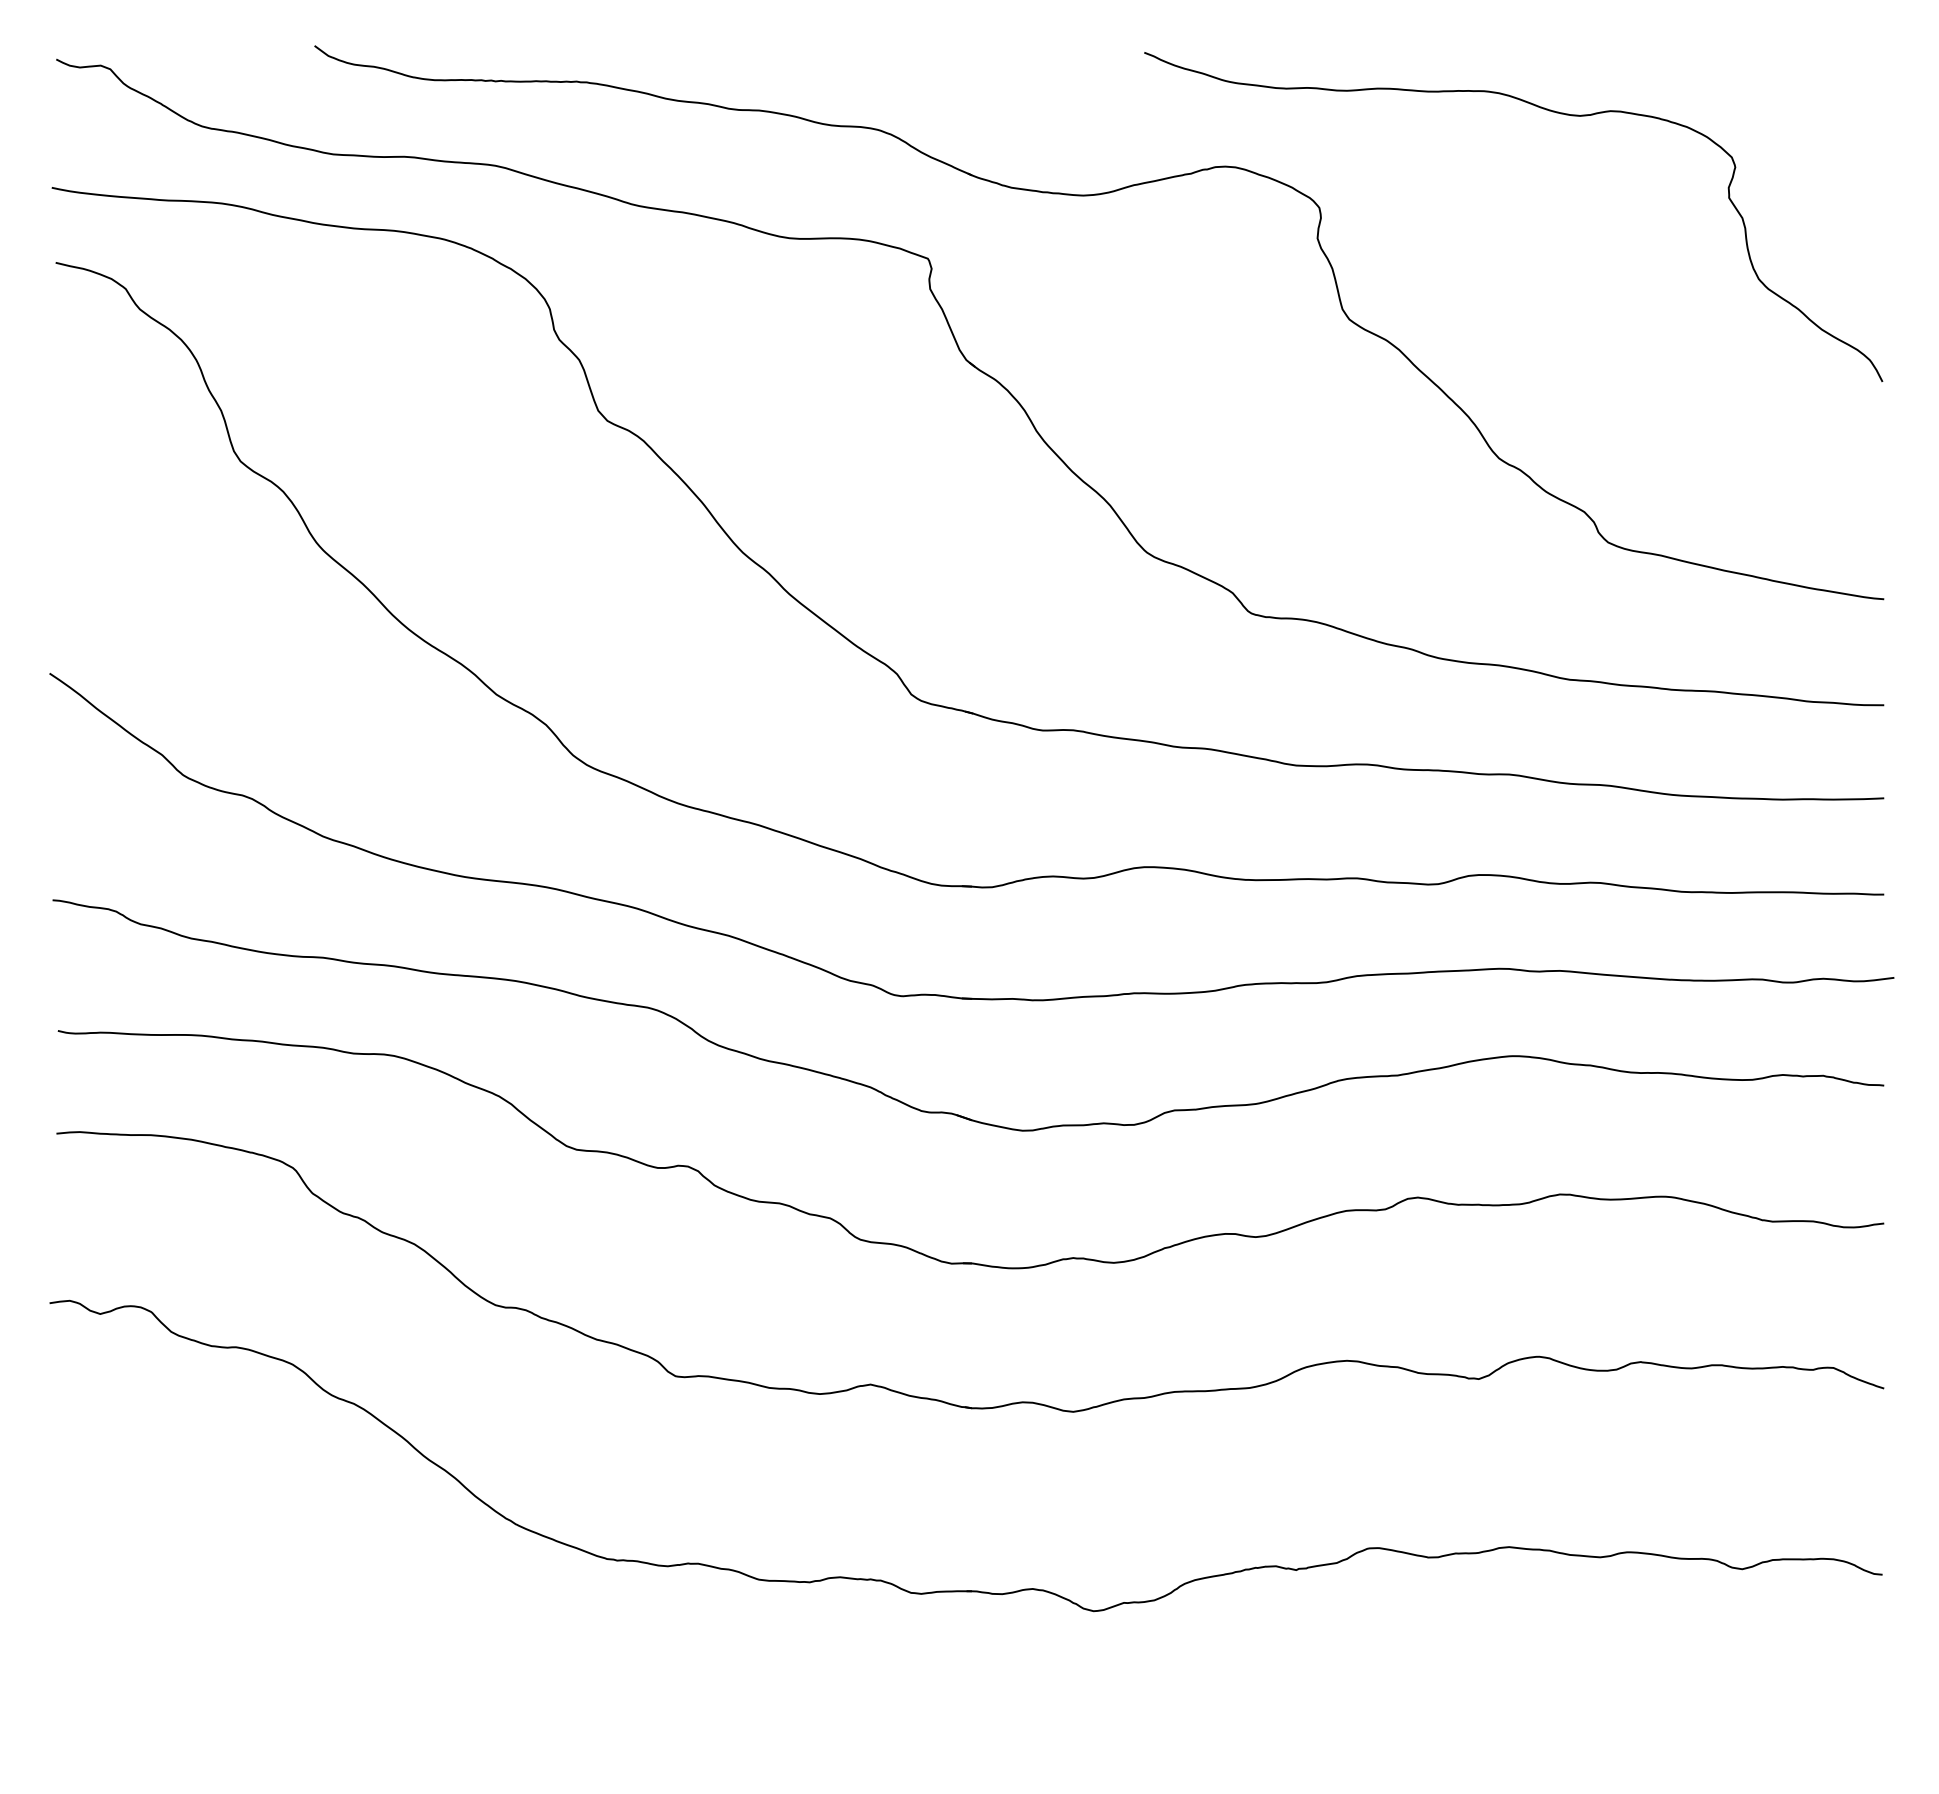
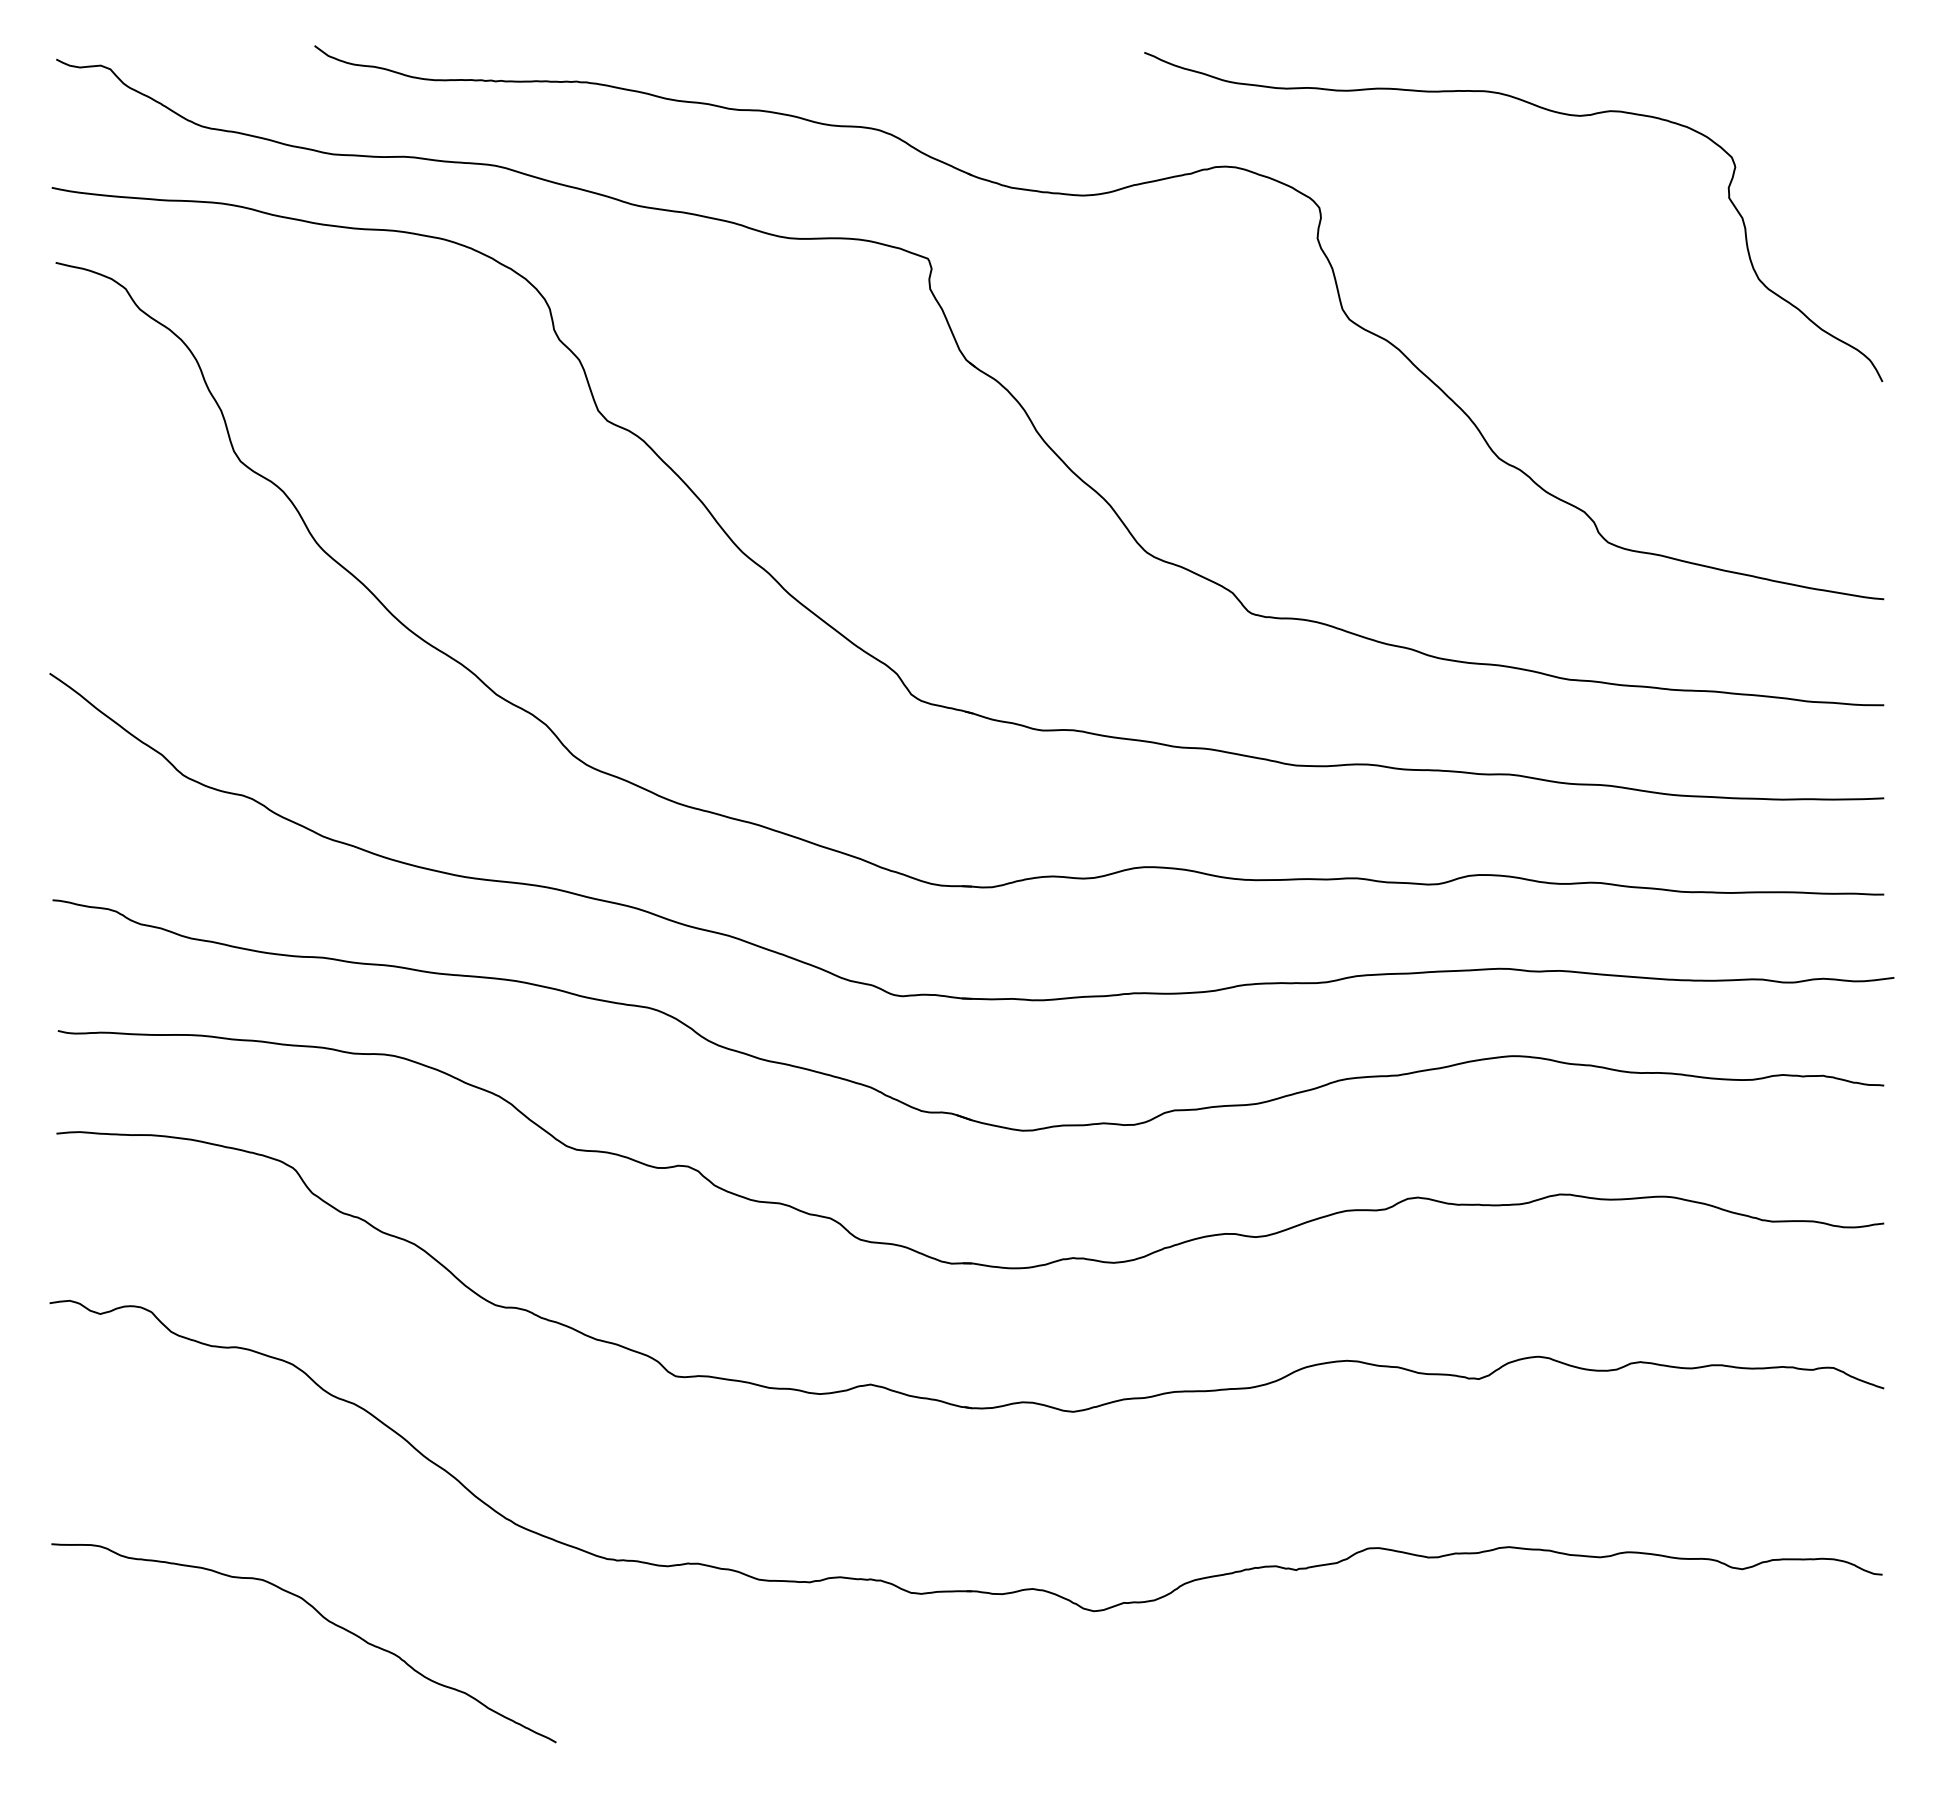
curve at (323, 1618): none -> present
